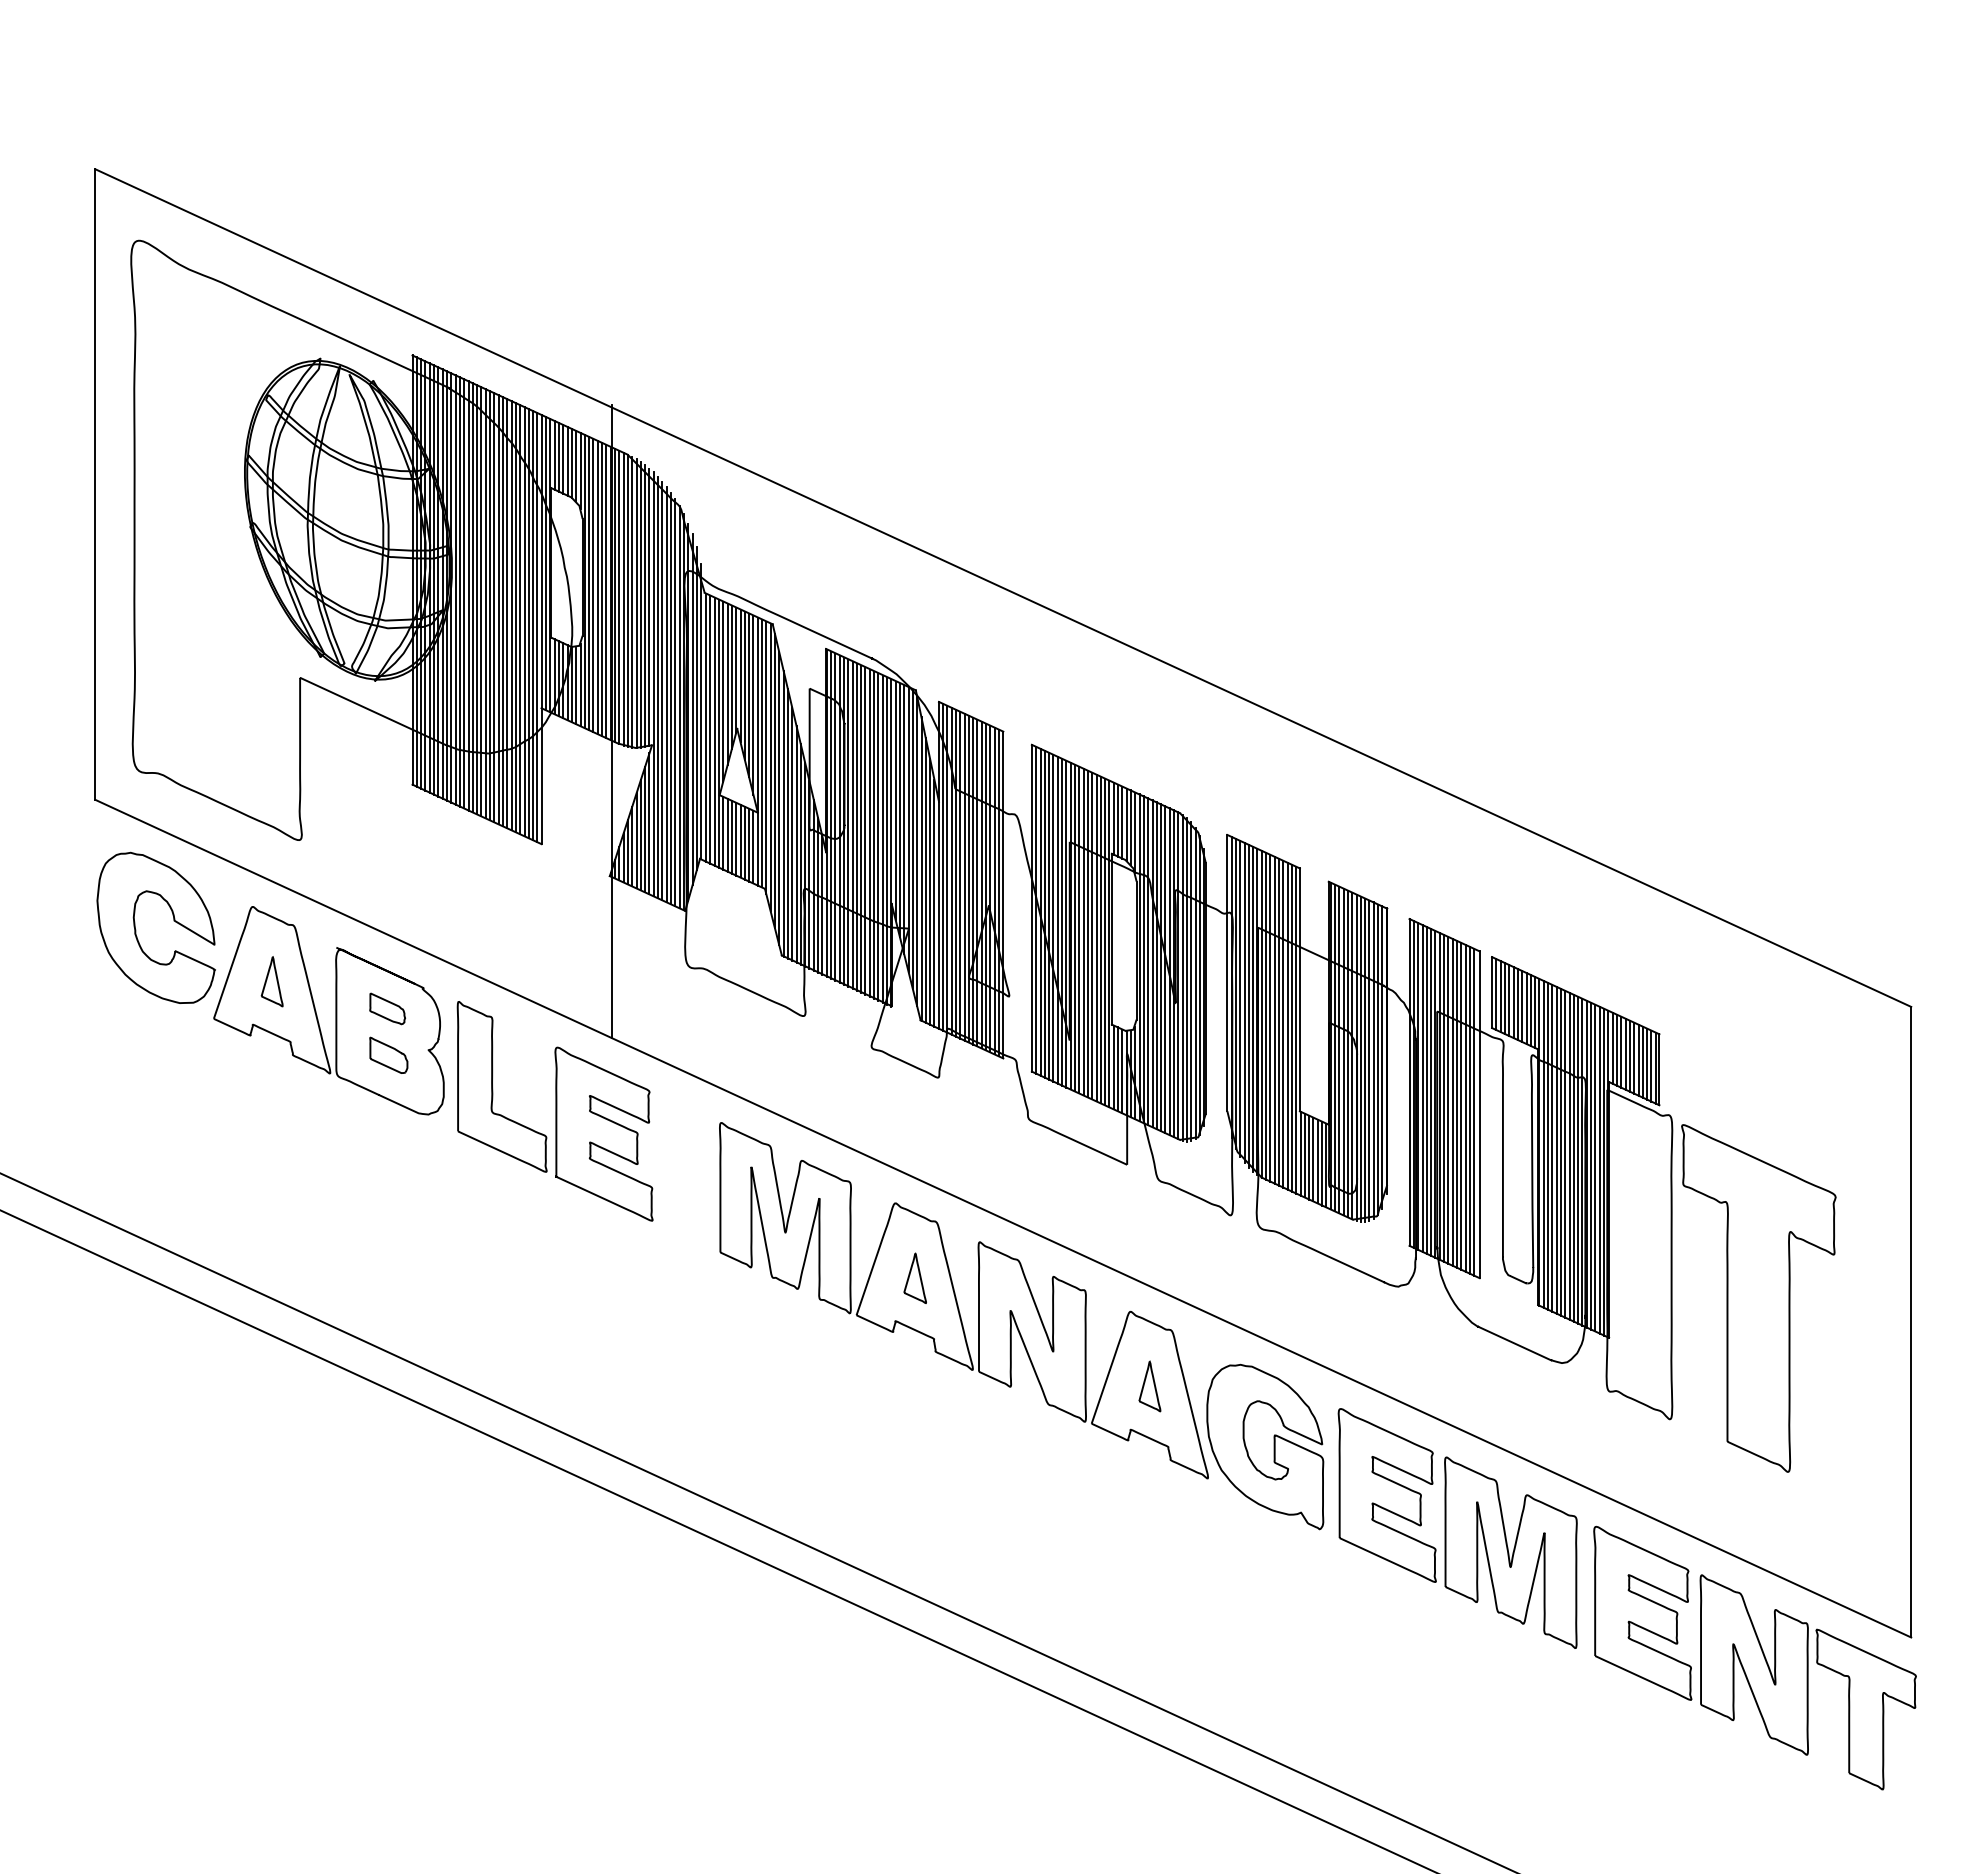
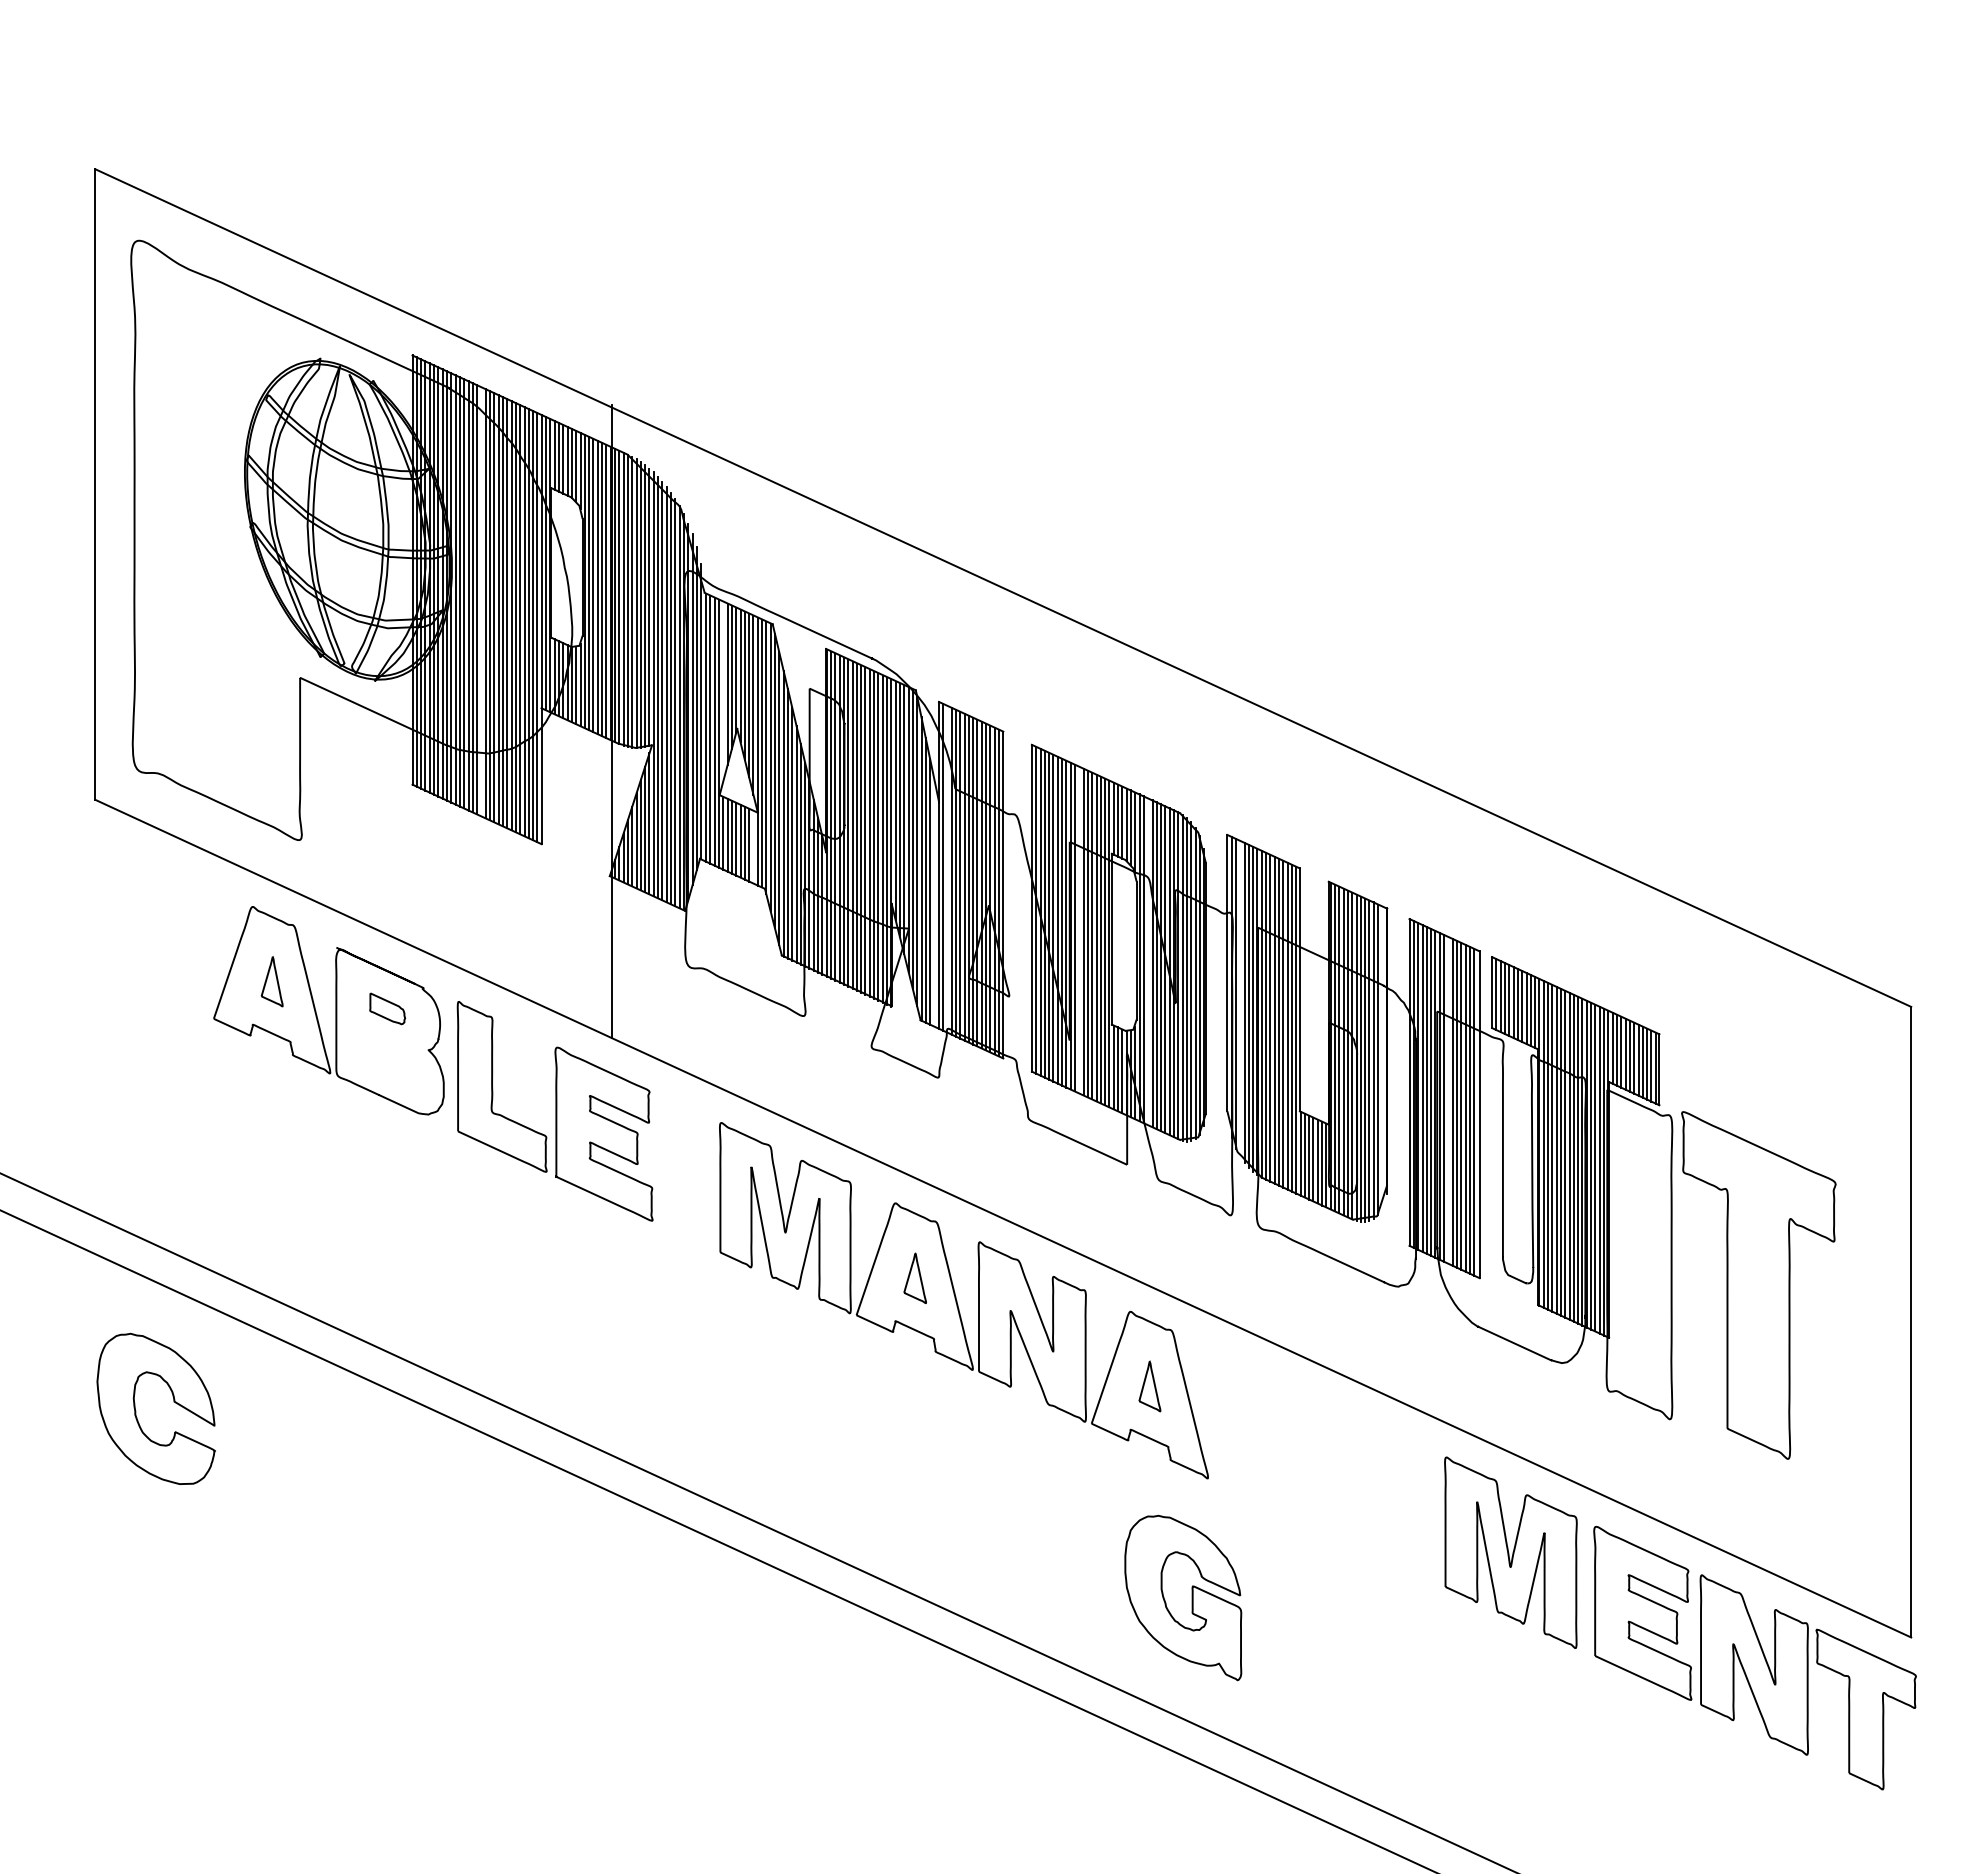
line at (481, 601): present -> none
line at (723, 691): present -> none
line at (753, 846): present -> none
line at (947, 868): present -> none
line at (934, 902): present -> none
part at (173, 921) position: (173, 921) -> (173, 1402)
line at (1079, 929): present -> none
line at (1148, 961): present -> none
line at (1240, 998): present -> none
part at (388, 1054): present -> none
line at (1382, 1057): present -> none
line at (1448, 1099): present -> none
part at (1758, 1298) position: (1758, 1298) -> (1758, 1285)
part at (1273, 1446) position: (1273, 1446) -> (1191, 1597)
part at (1386, 1495): present -> none
